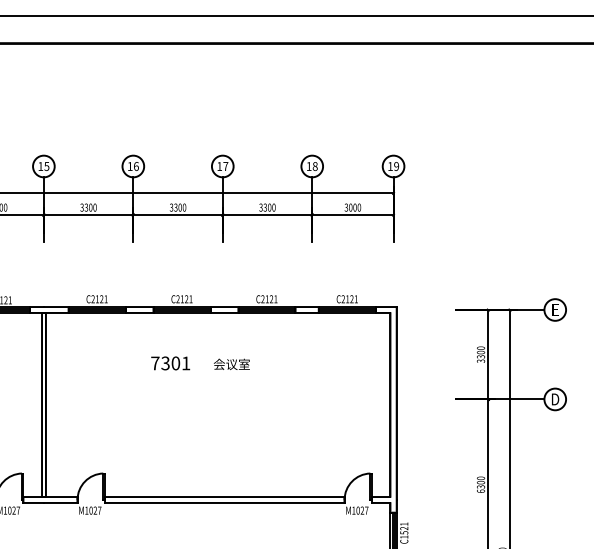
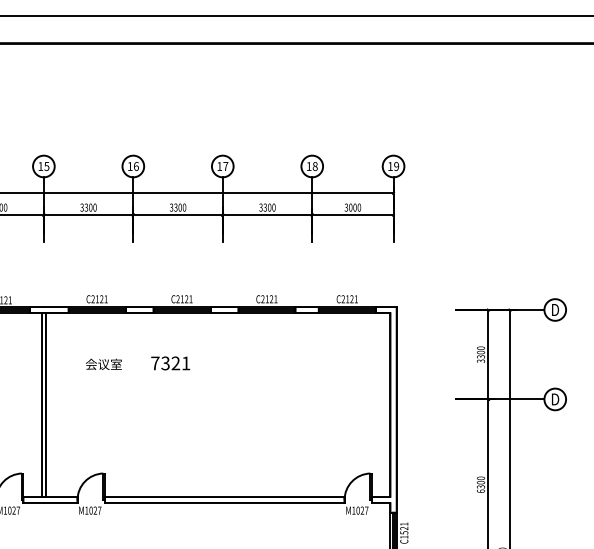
text at (555, 309): E -> D
text at (175, 363): 7301 -> 7321
text at (231, 363) position: (231, 363) -> (103, 363)
